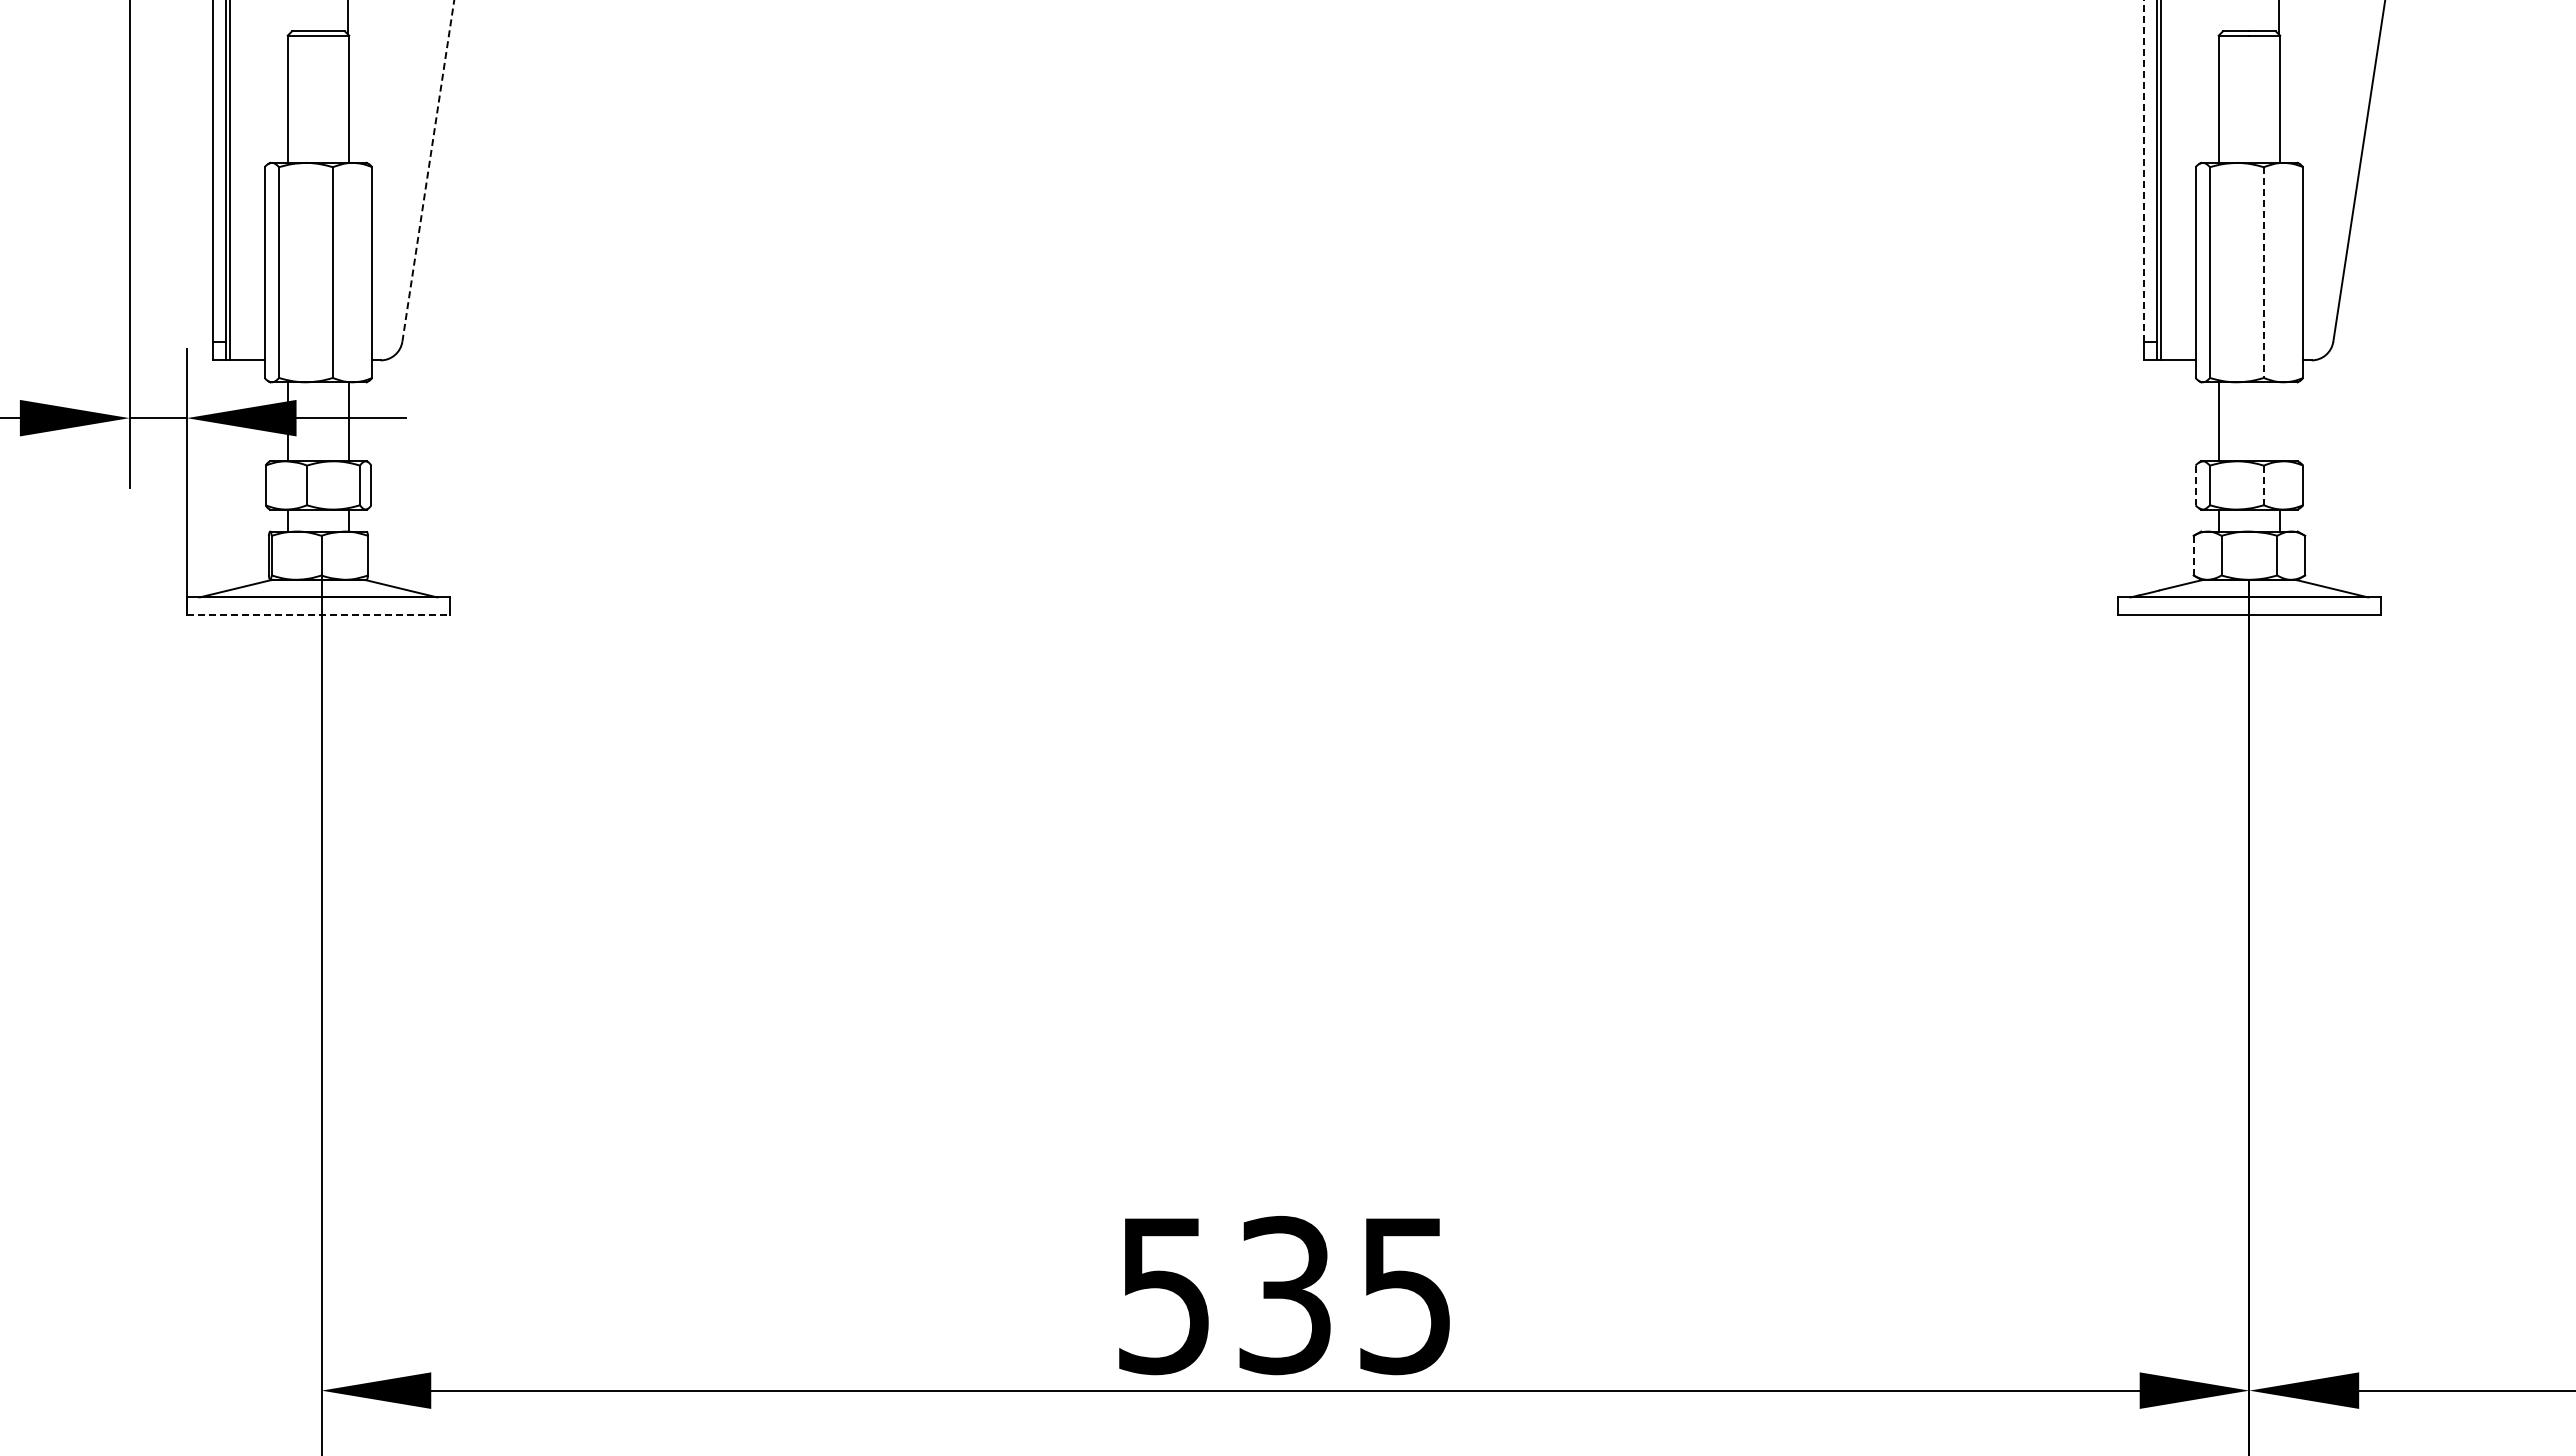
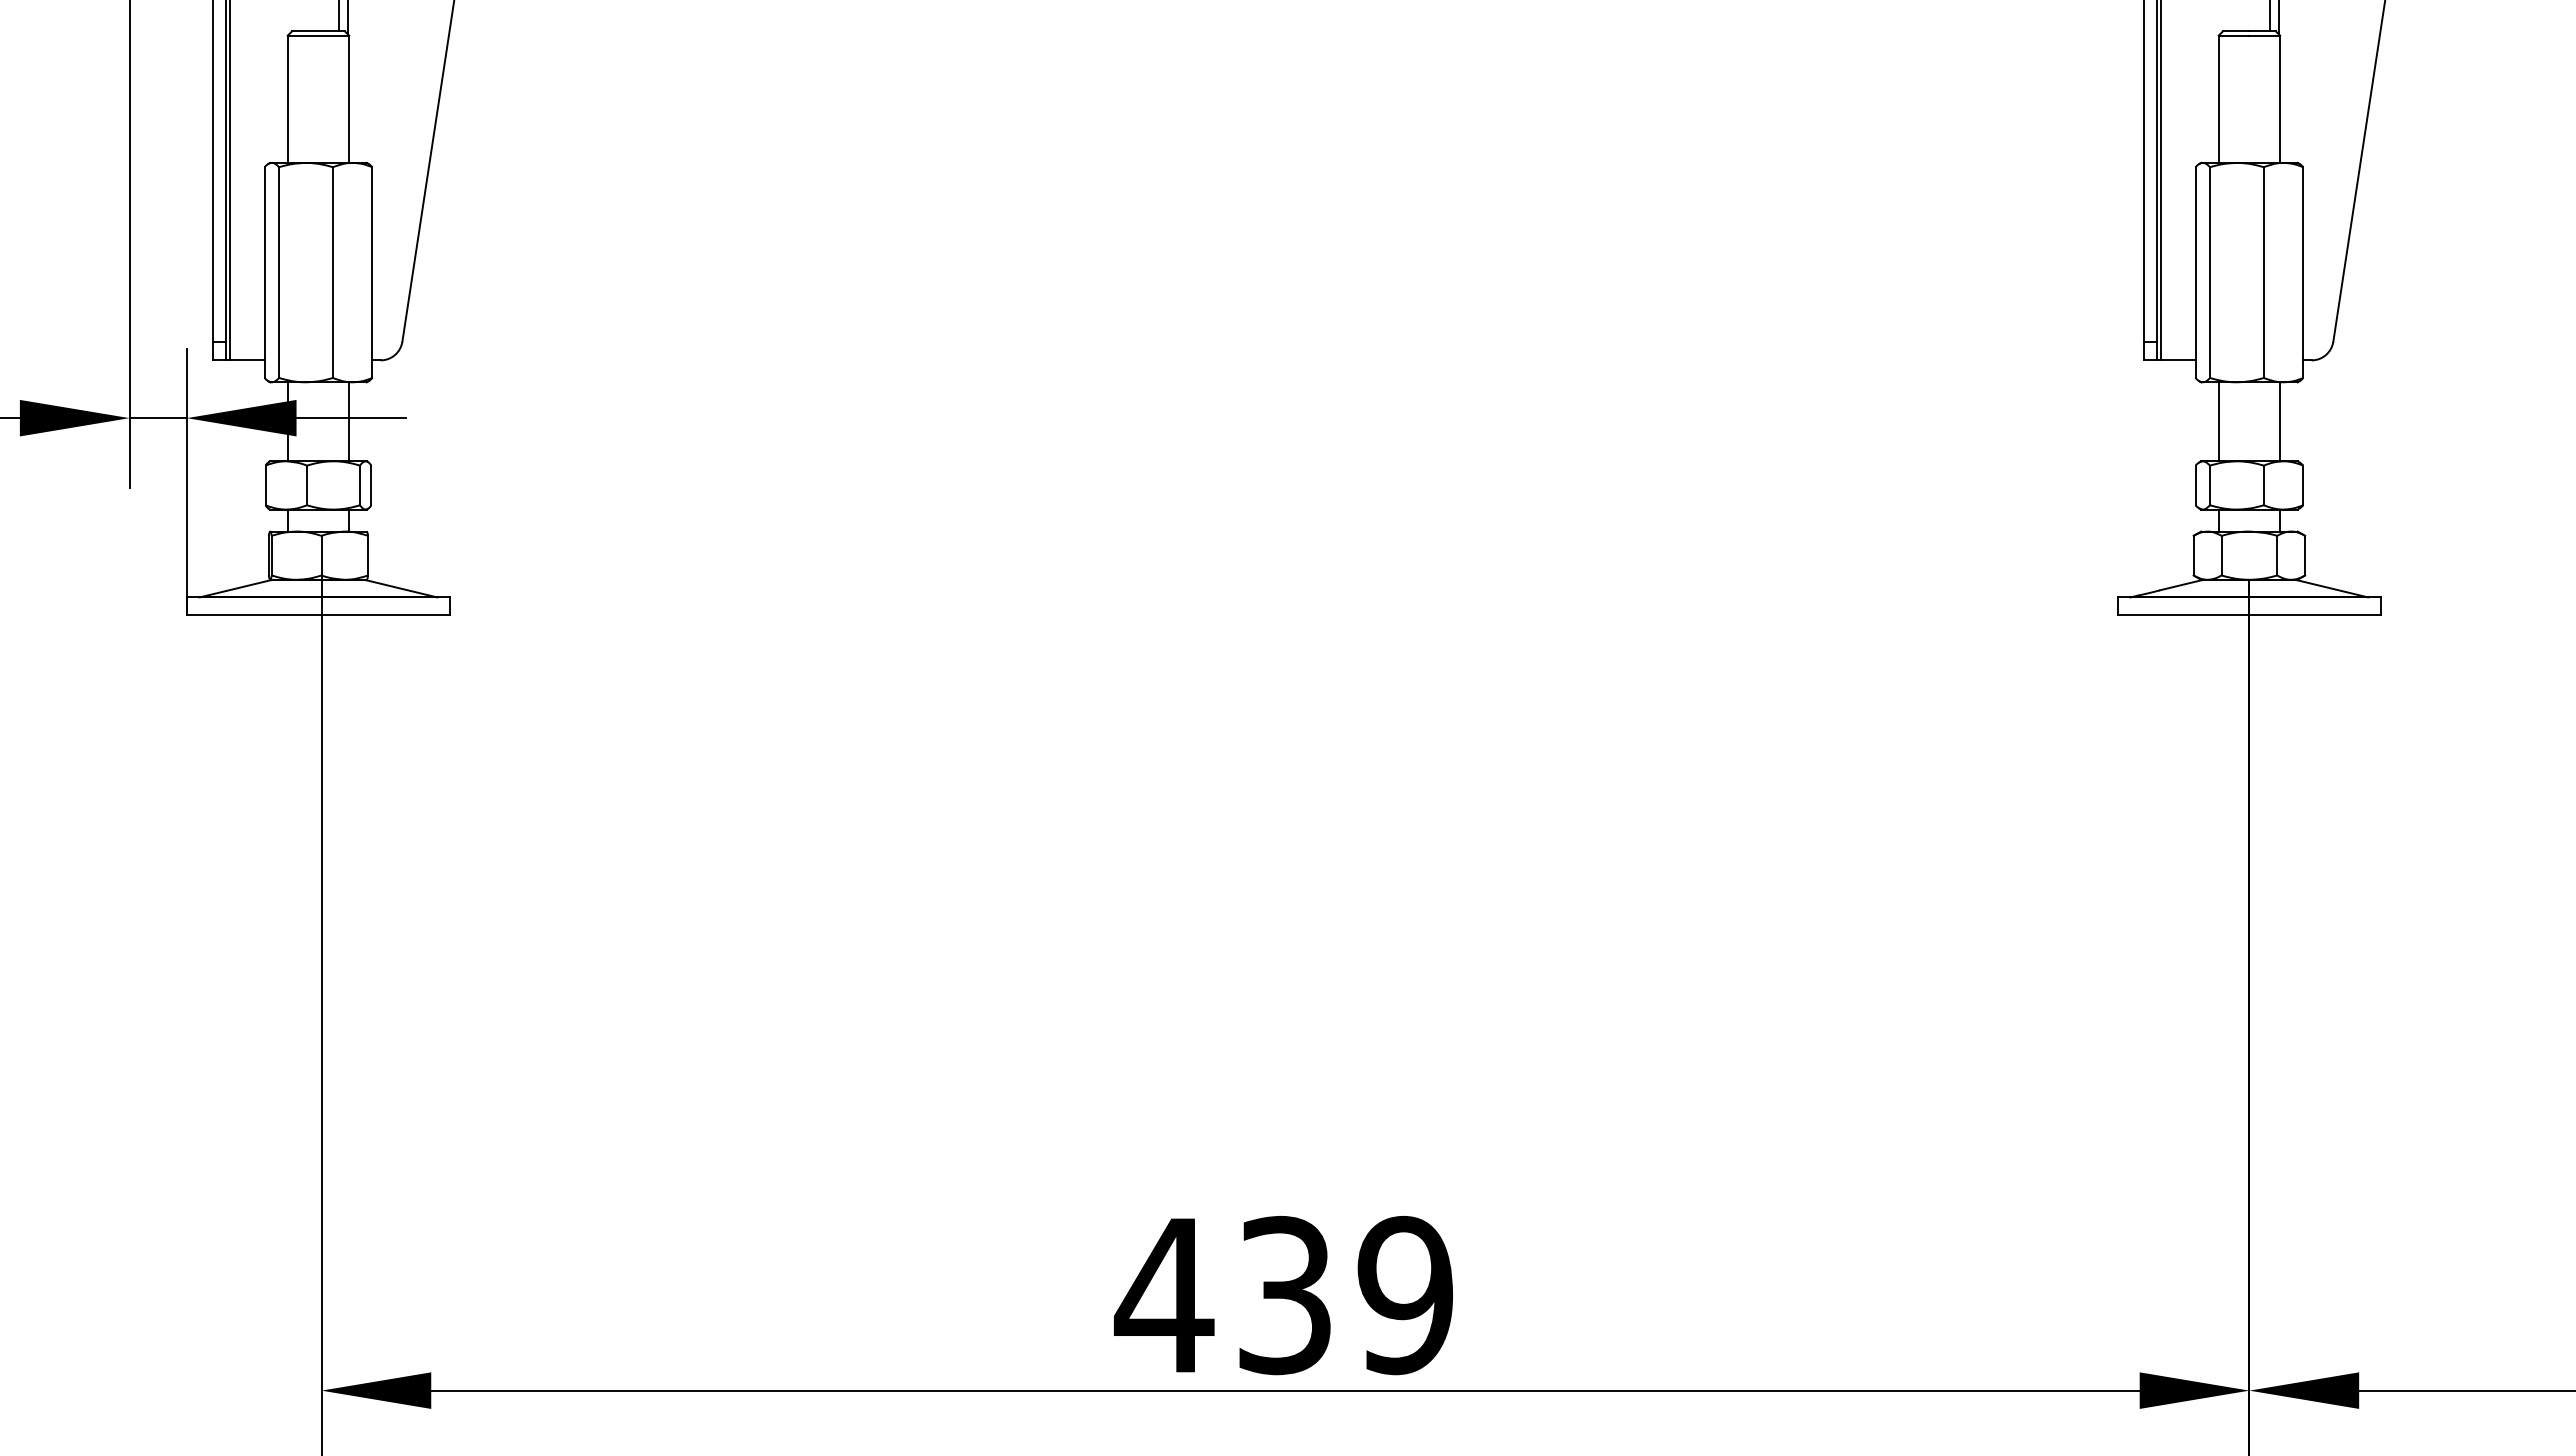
line at (338, 16): none -> present
line at (2269, 16): none -> present
line at (2143, 170): dashed -> solid
line at (428, 171): dashed -> solid
line at (2263, 273): dashed -> solid
line at (2280, 421): none -> present
line at (2195, 485): dashed -> solid
line at (2263, 485): dashed -> solid
line at (2193, 555): dashed -> solid
line at (318, 614): dashed -> solid
text at (1283, 1295): 535 -> 439
